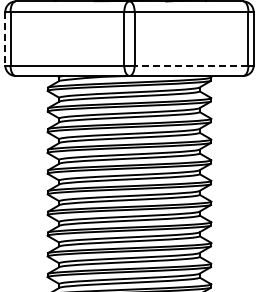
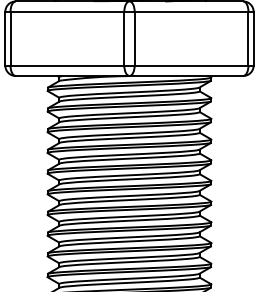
line at (5, 38): dashed -> solid
line at (191, 65): dashed -> solid
